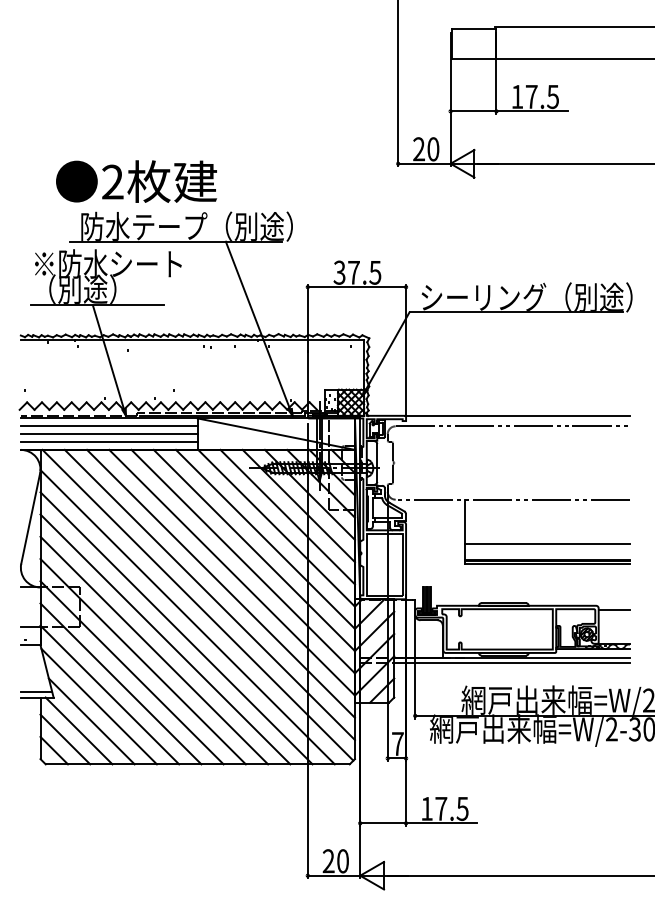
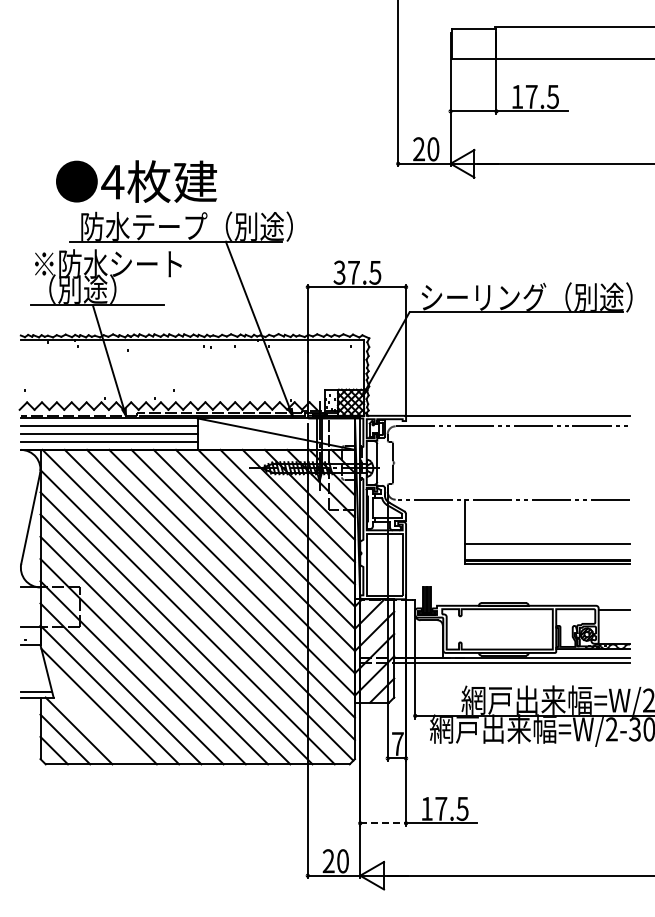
text at (112, 181): 2 -> 4
line at (91, 721): present -> none
line at (383, 823): solid -> dashed
